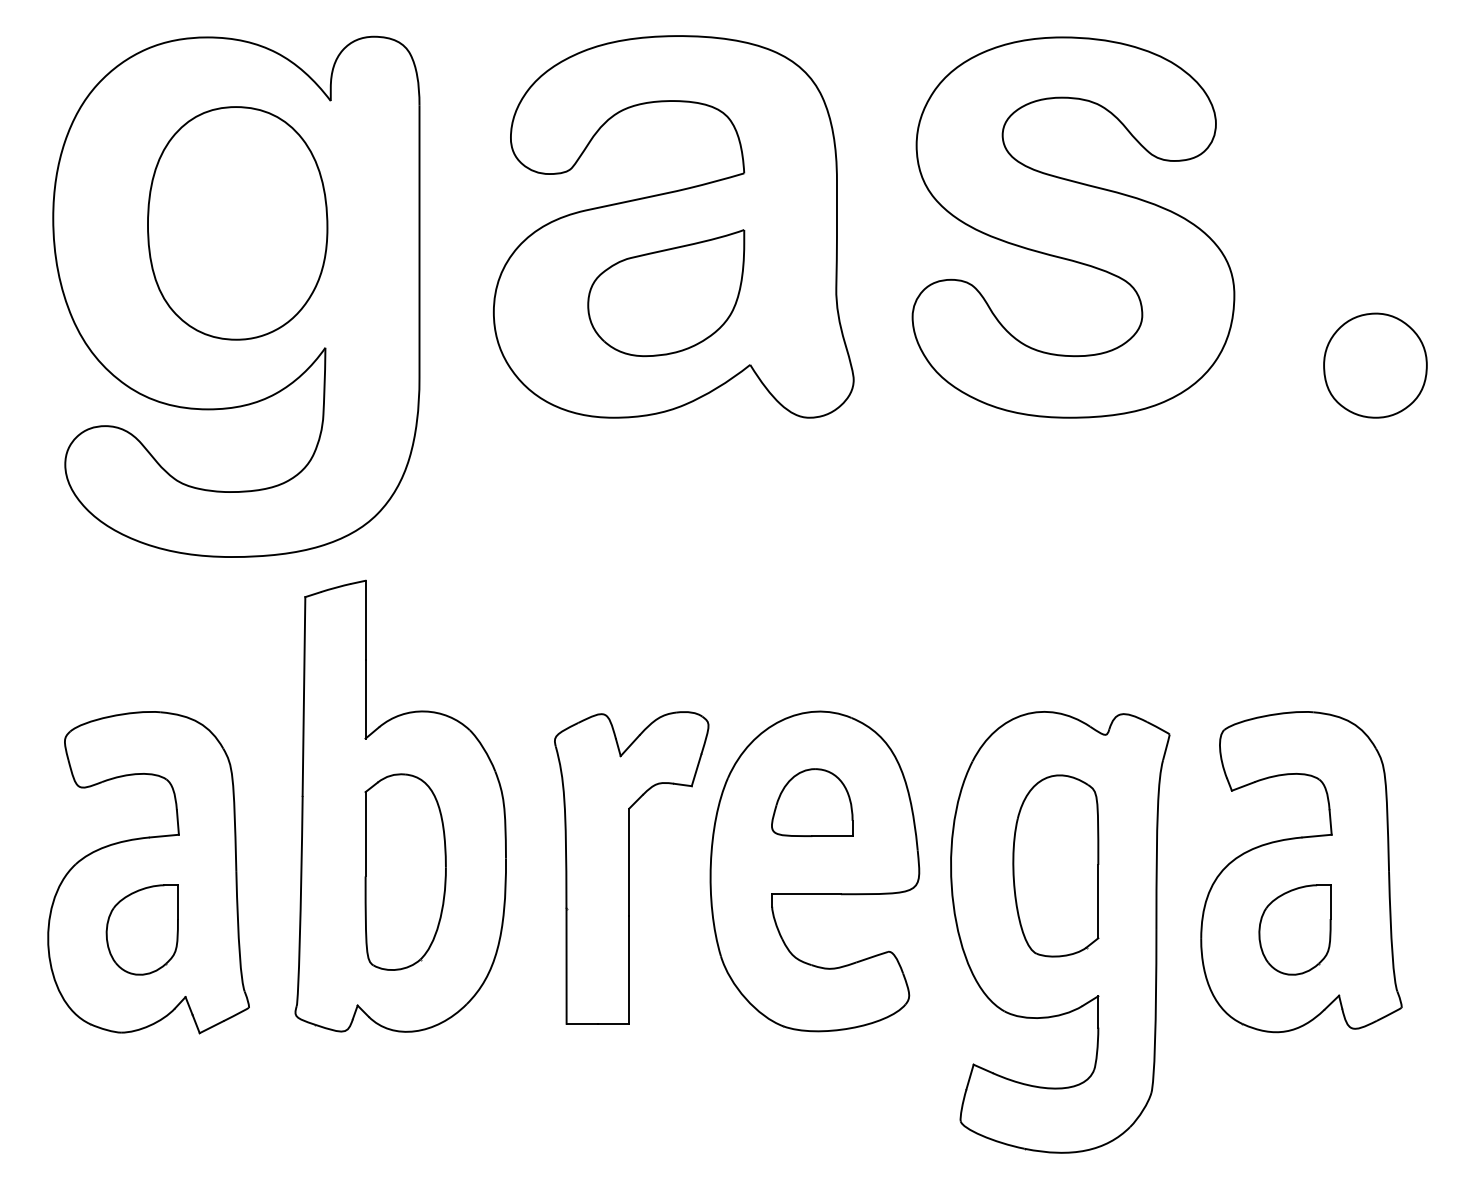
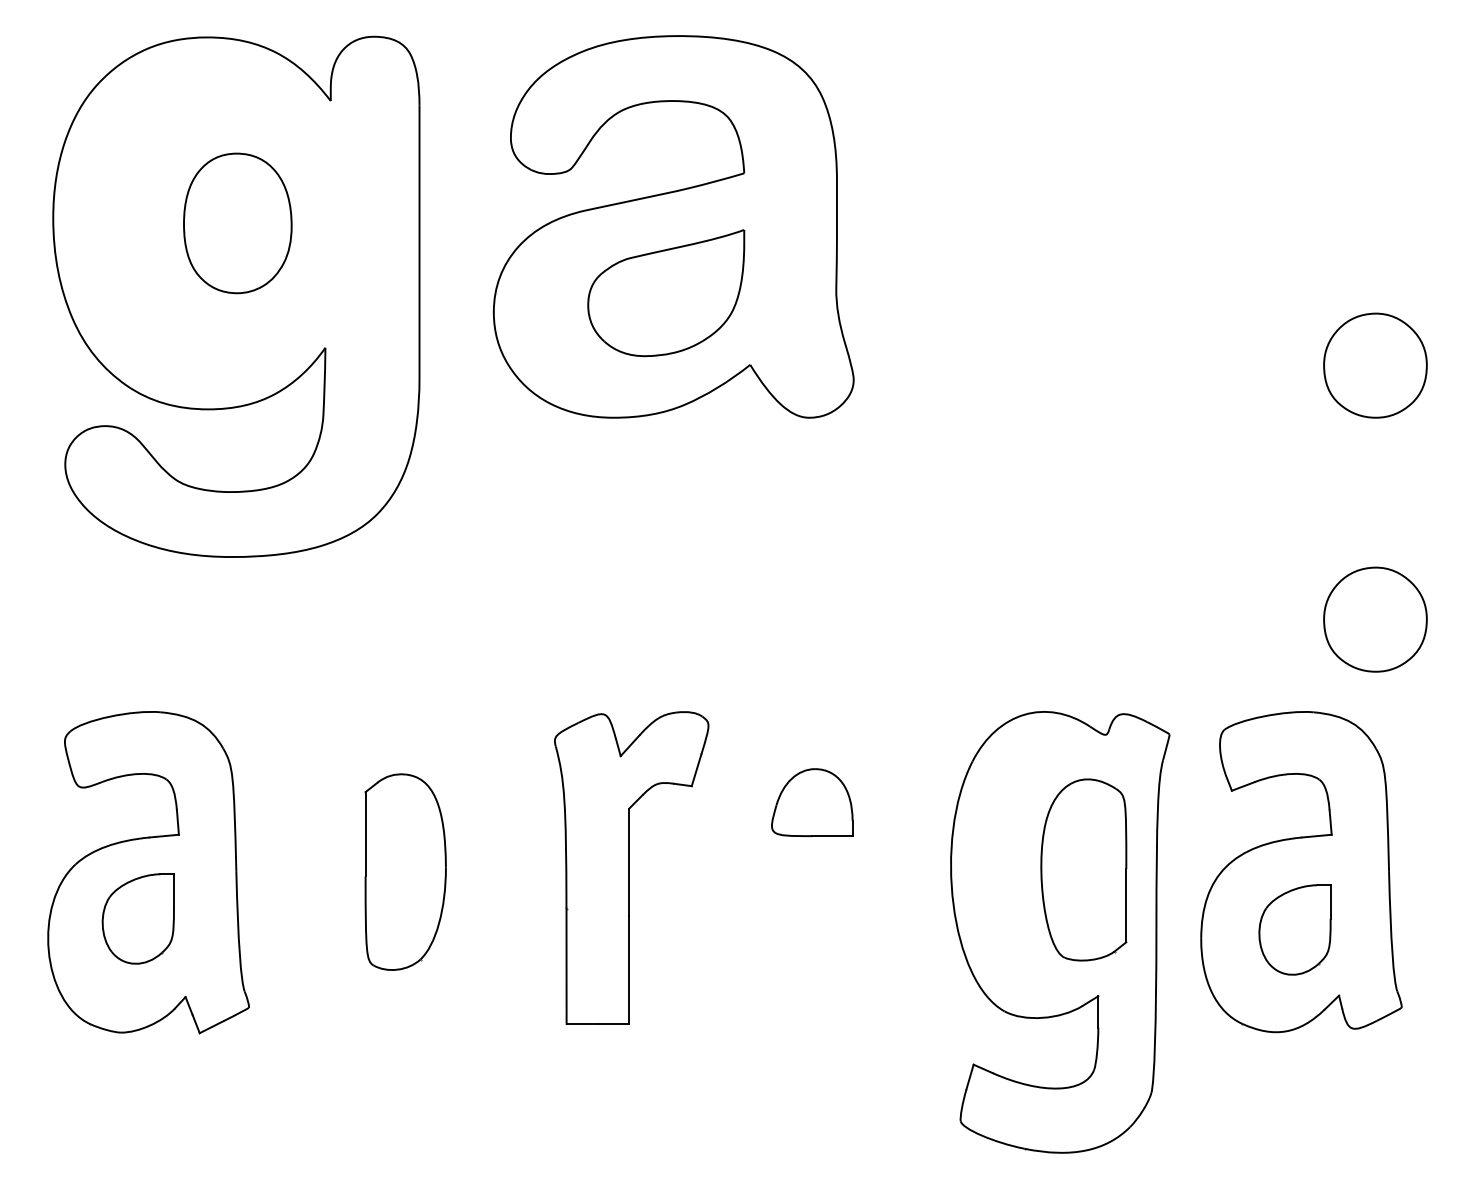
part at (237, 223) size: 182x235 px -> 110x143 px
part at (1073, 227): present -> none
part at (1375, 619): none -> present
part at (400, 805): present -> none
part at (1055, 865) position: (1055, 865) -> (1083, 869)
part at (814, 871): present -> none
part at (141, 929) position: (141, 929) -> (137, 918)
